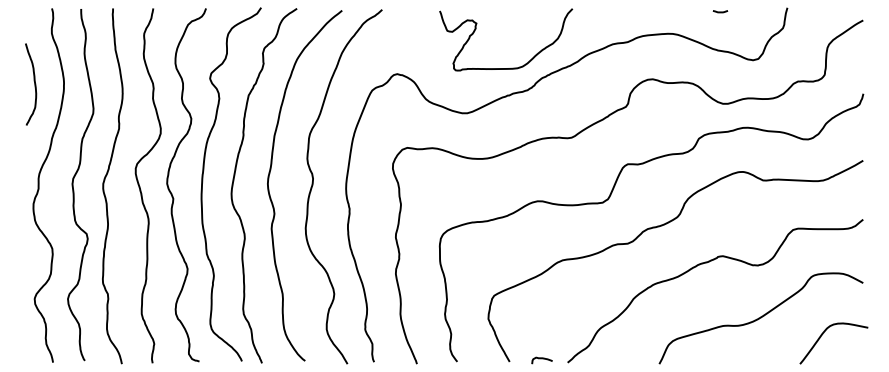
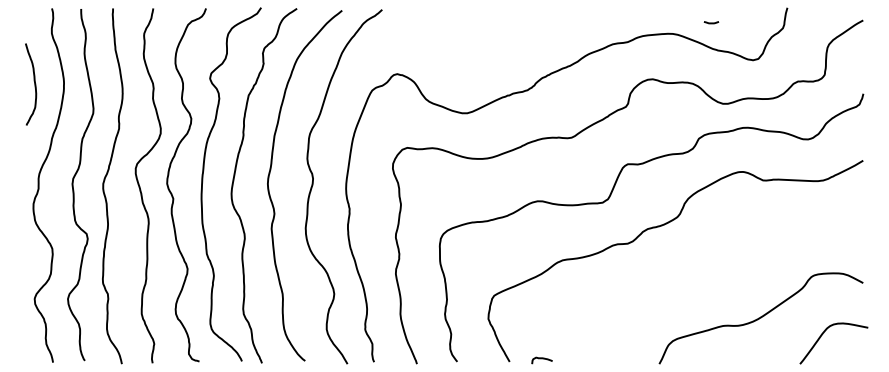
line at (720, 11) position: (720, 11) -> (711, 22)
curve at (511, 67): present -> none
curve at (707, 263): present -> none
